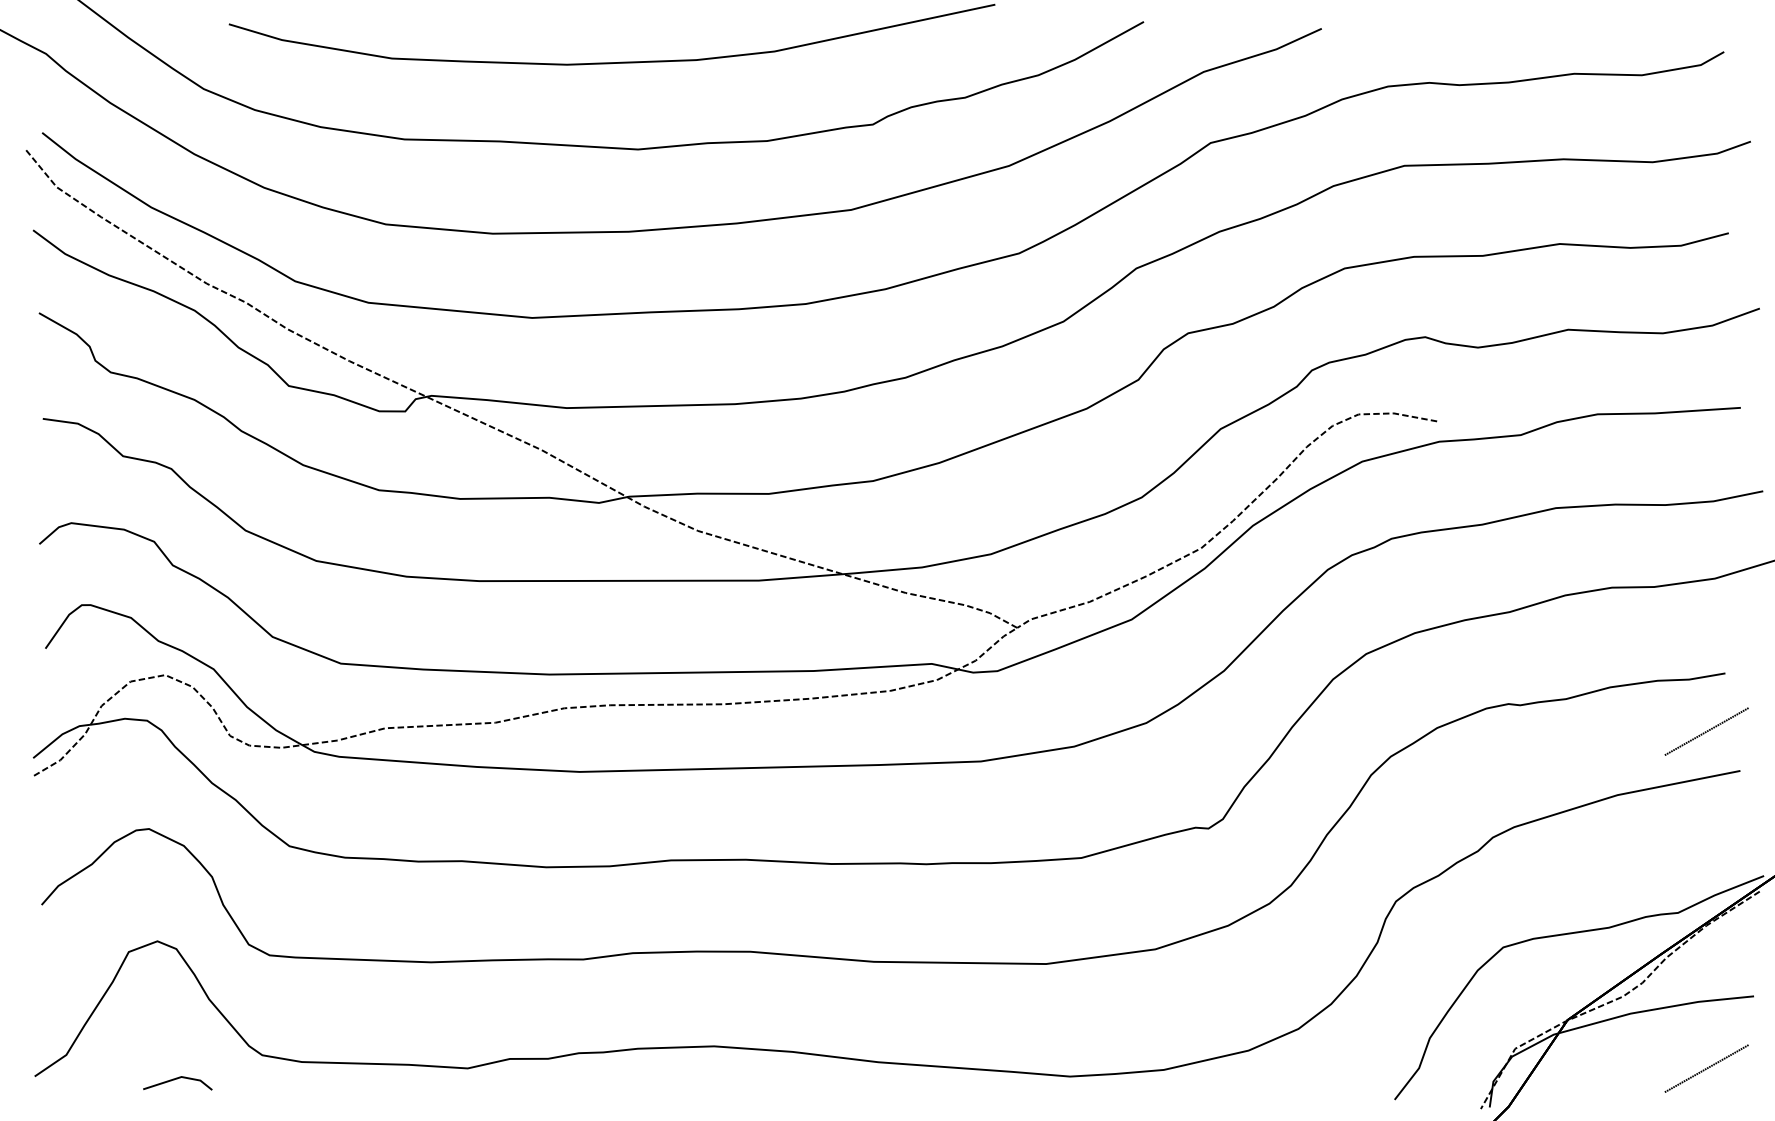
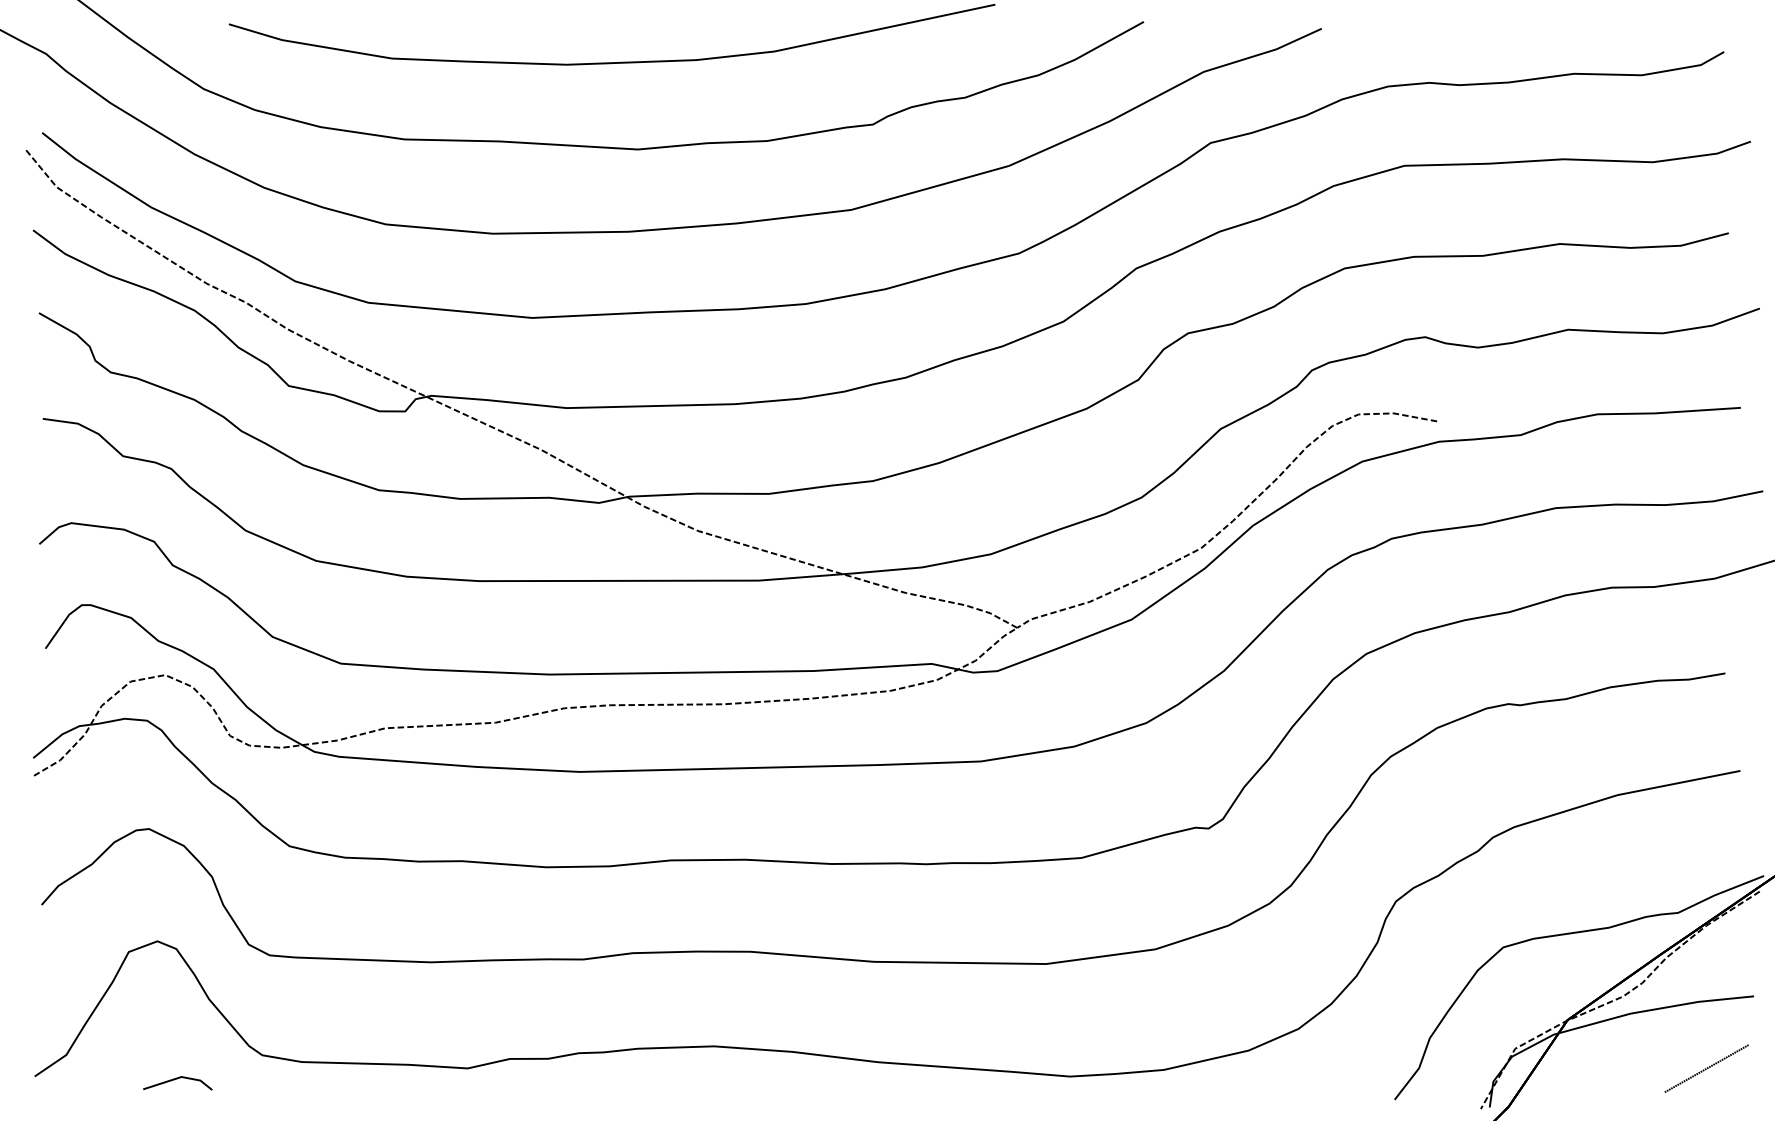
line at (1706, 731): present -> none
